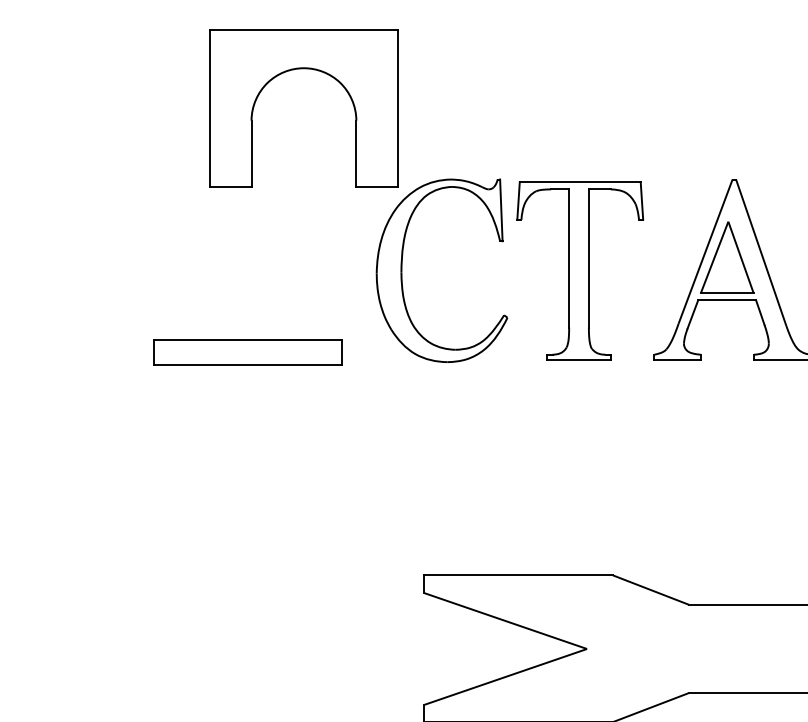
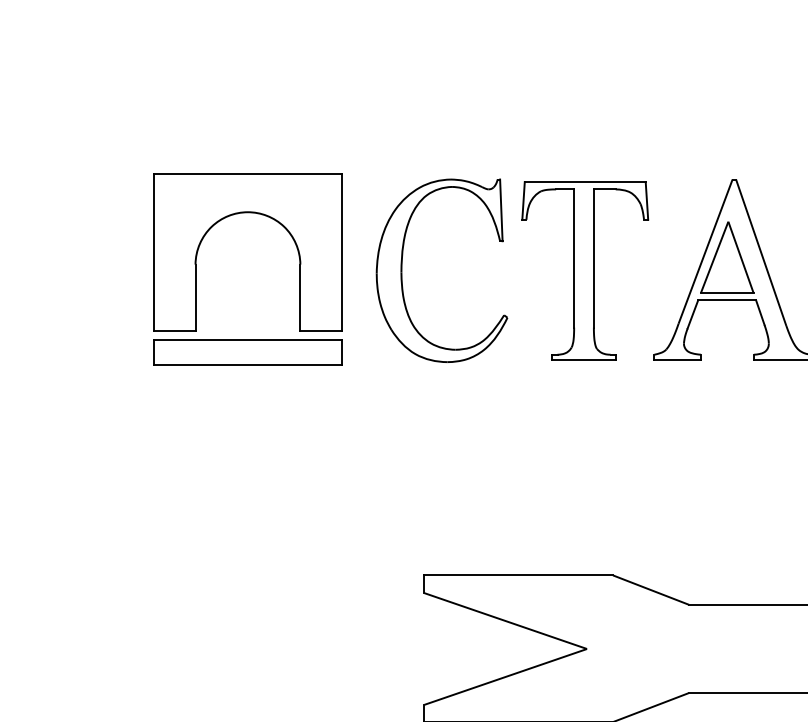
part at (303, 69) position: (303, 69) -> (247, 213)
part at (580, 270) position: (580, 270) -> (585, 270)
